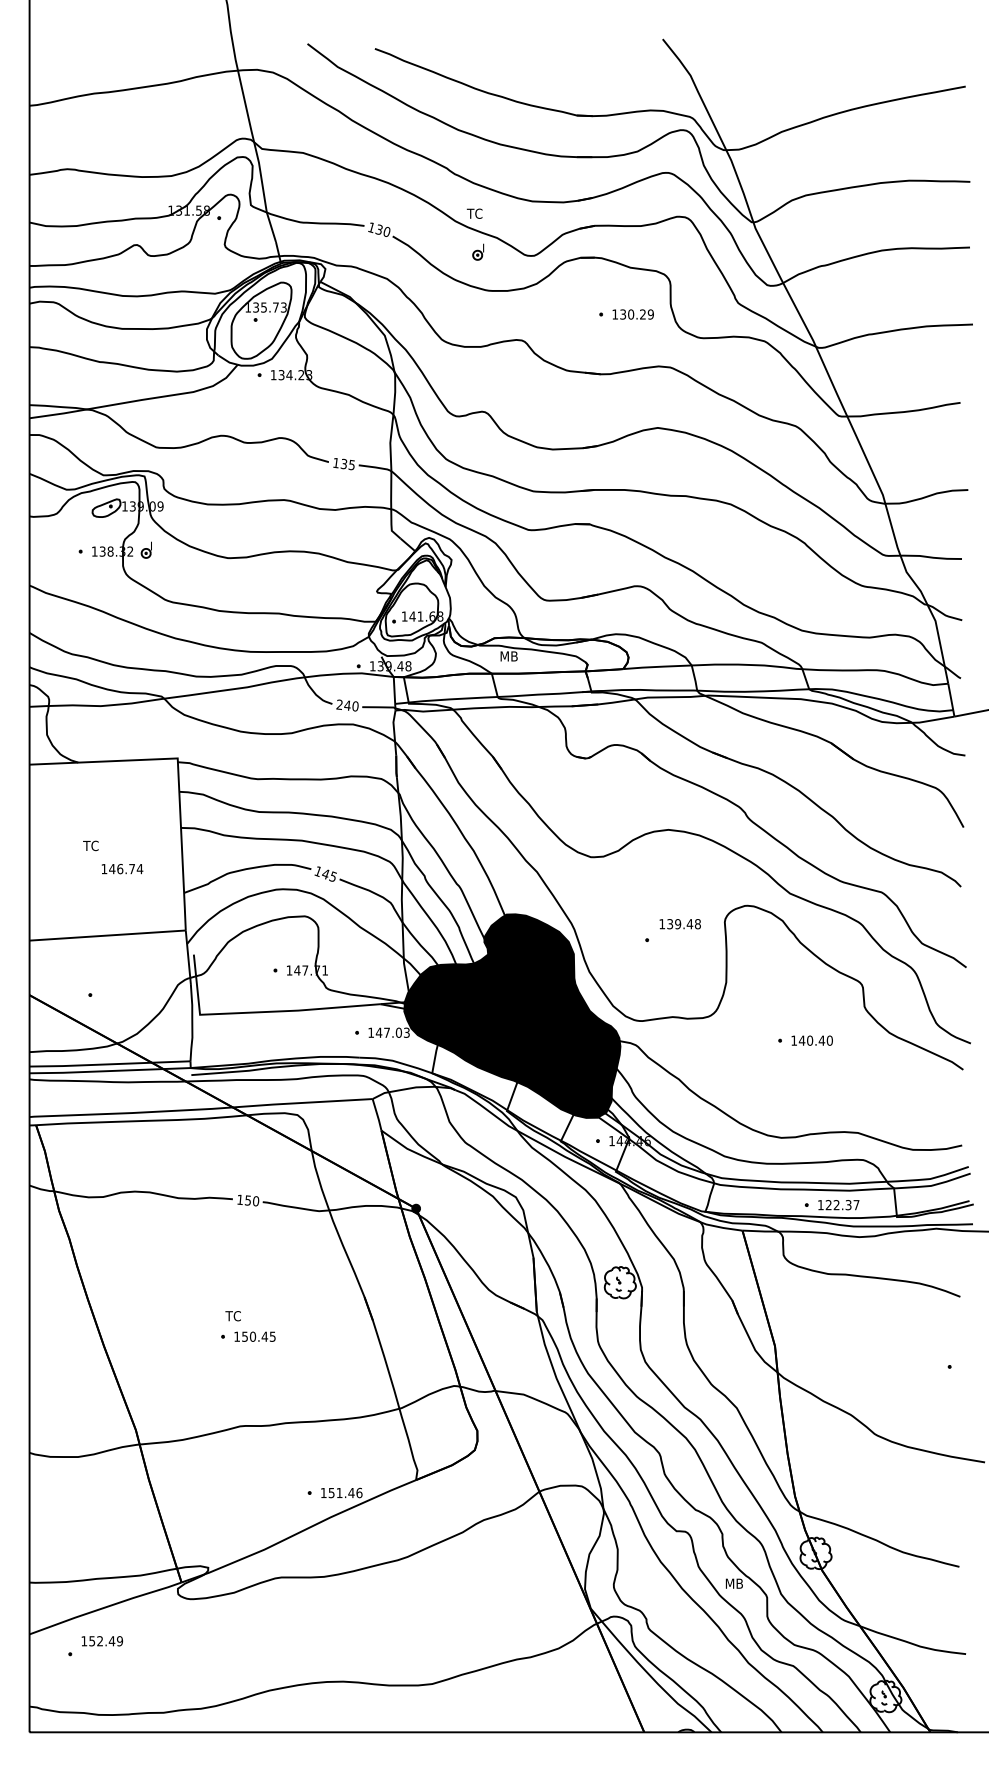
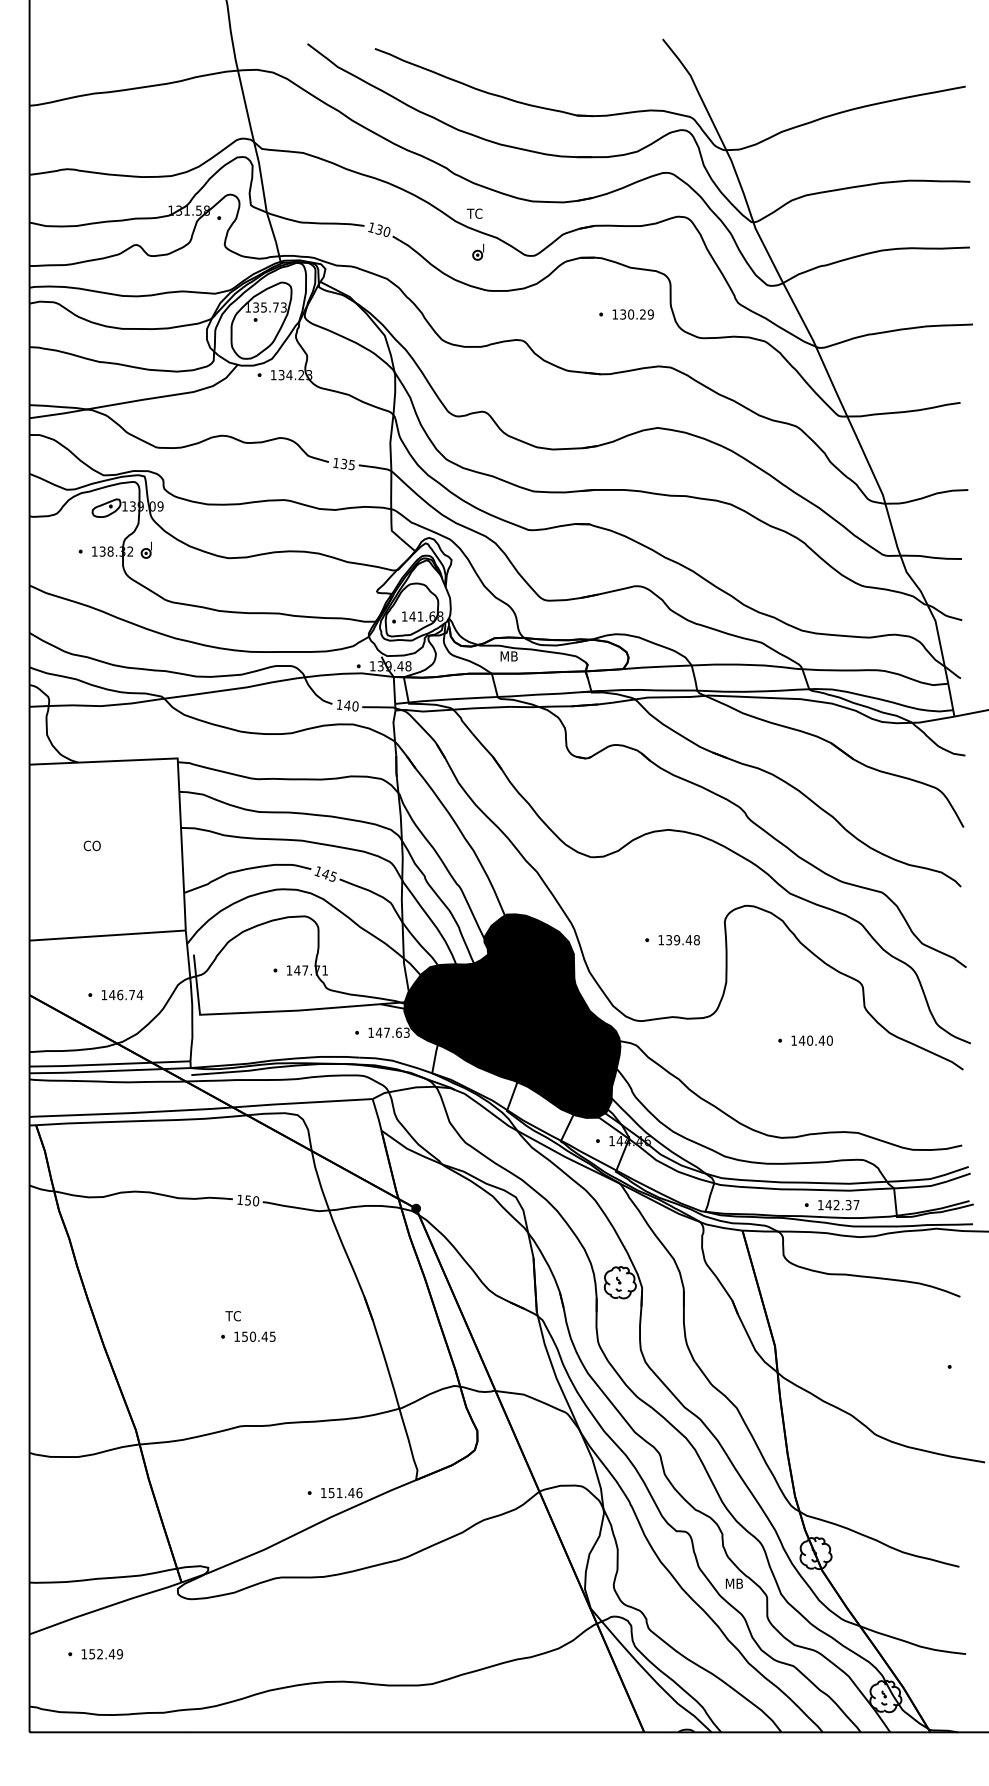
text at (339, 704): 240 -> 140
text at (91, 845): TC -> CO
text at (122, 869) position: (122, 869) -> (122, 995)
text at (679, 924) position: (679, 924) -> (678, 940)
text at (399, 1032): 147.03 -> 147.63
text at (828, 1205): 122.37 -> 142.37
text at (101, 1641) position: (101, 1641) -> (101, 1654)
